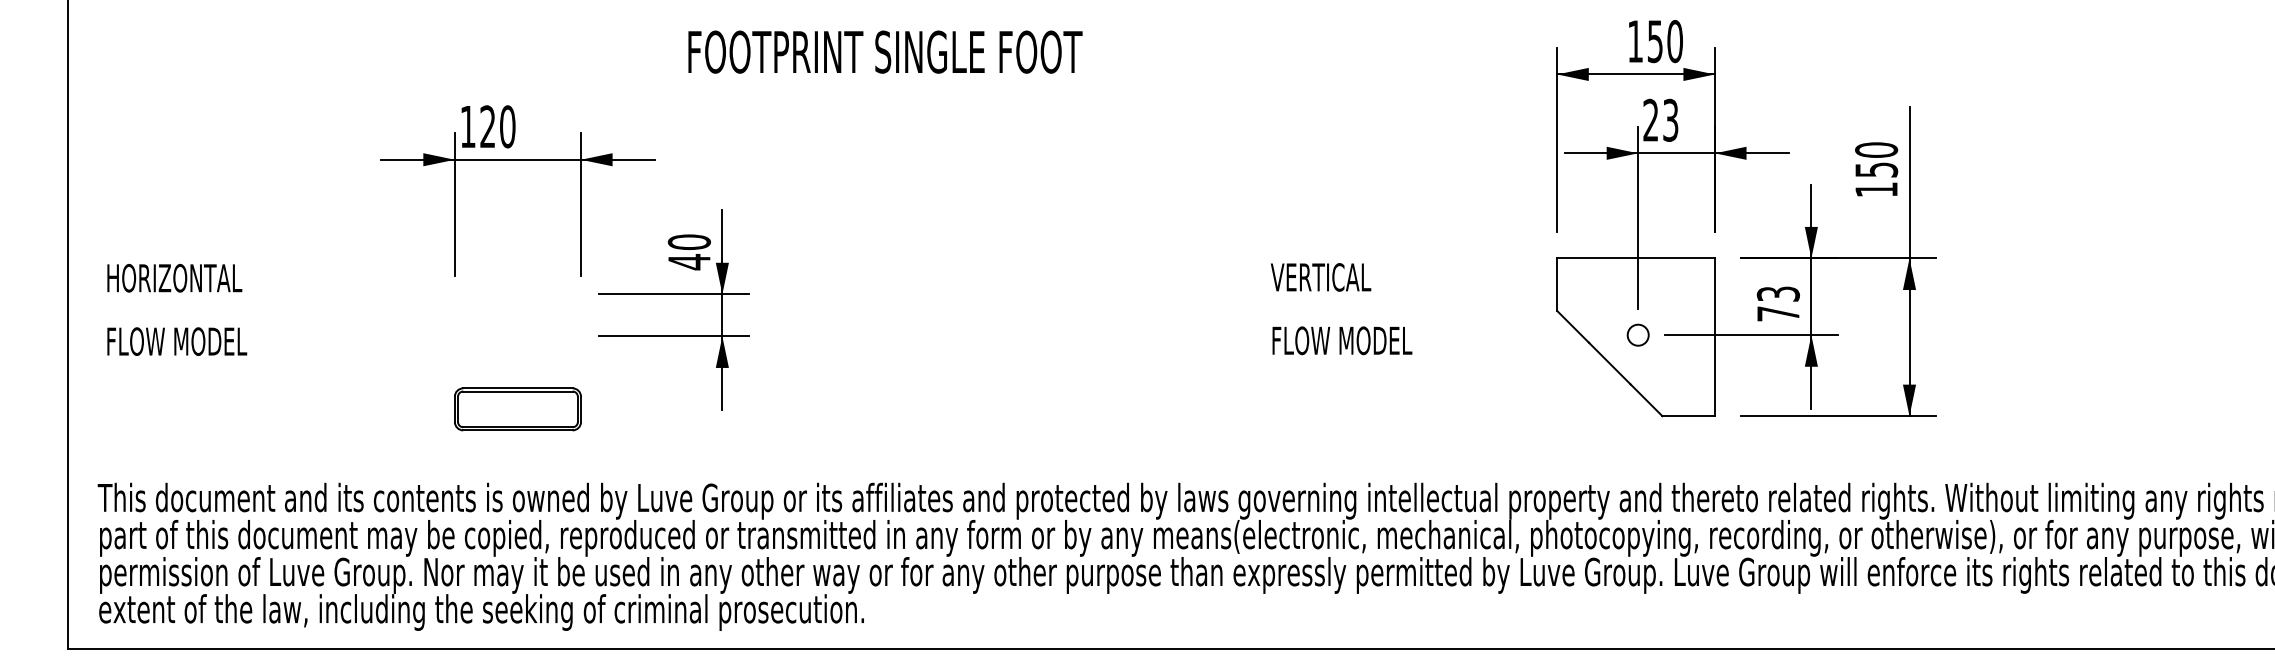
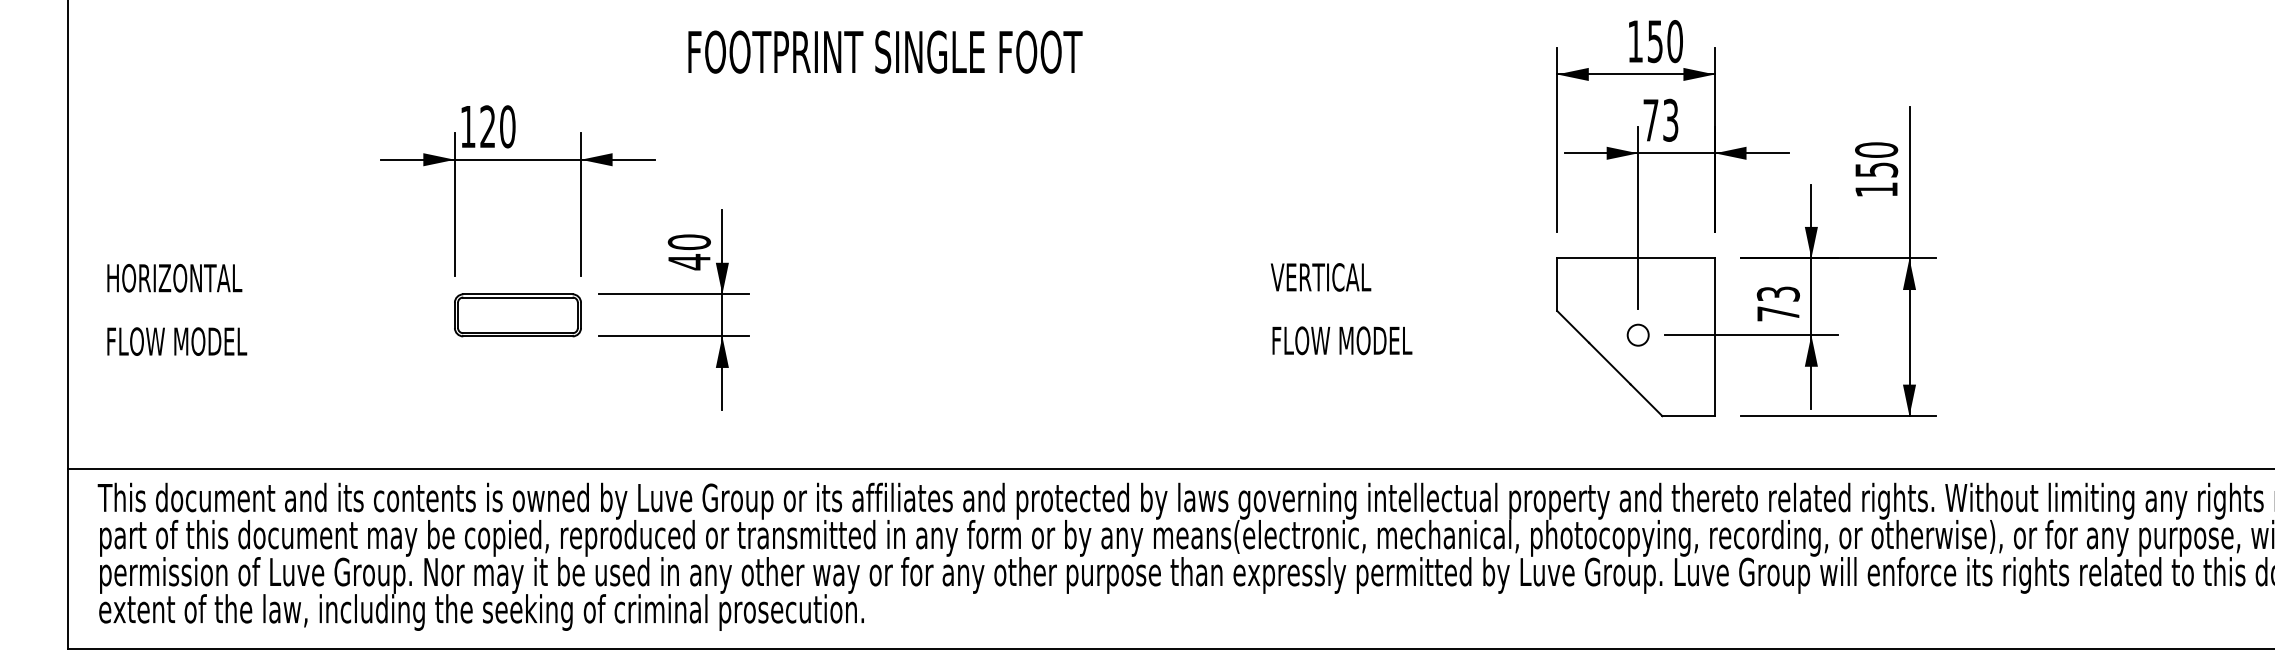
text at (1650, 119): 23 -> 73
part at (517, 409) position: (517, 409) -> (517, 315)
line at (1169, 468): none -> present
